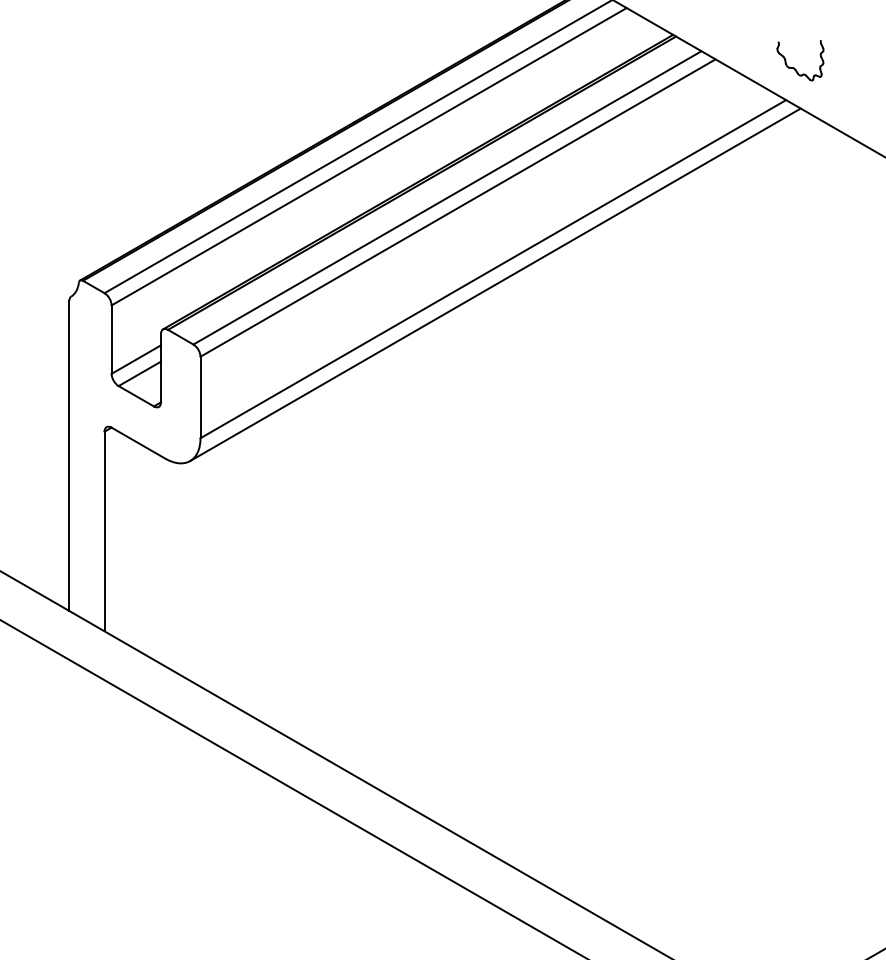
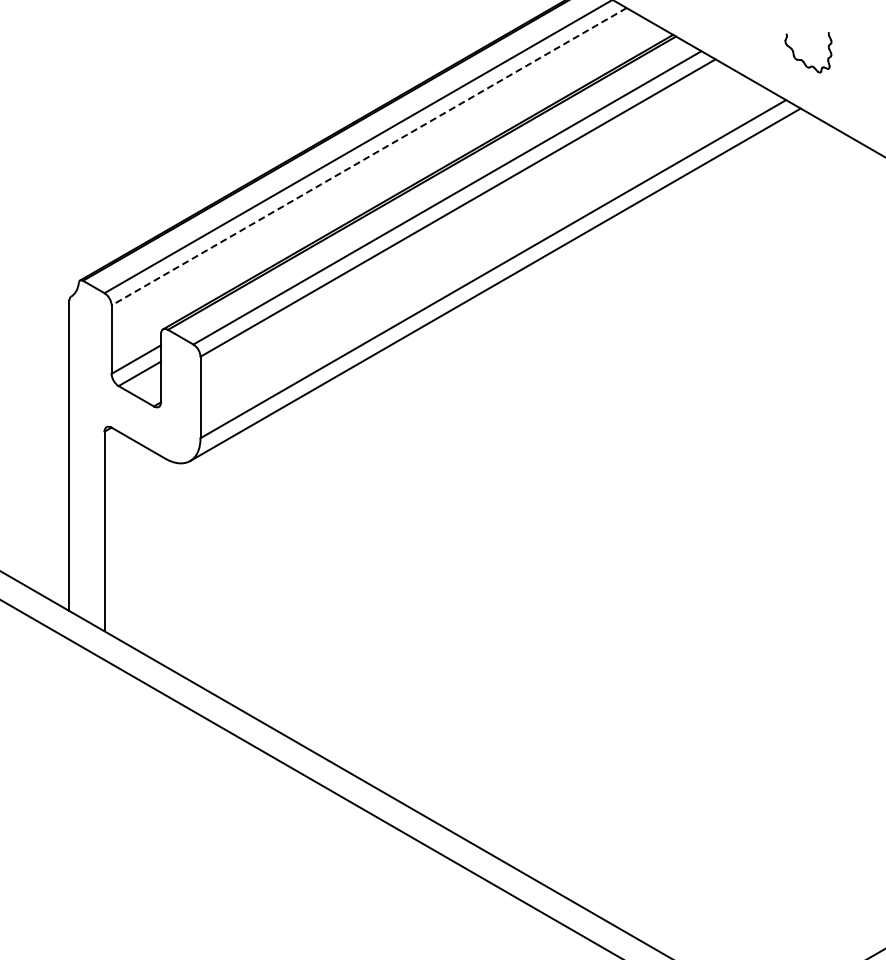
part at (794, 67) position: (794, 67) -> (802, 59)
line at (368, 157): solid -> dashed
line at (292, 788) position: (292, 788) -> (310, 778)
